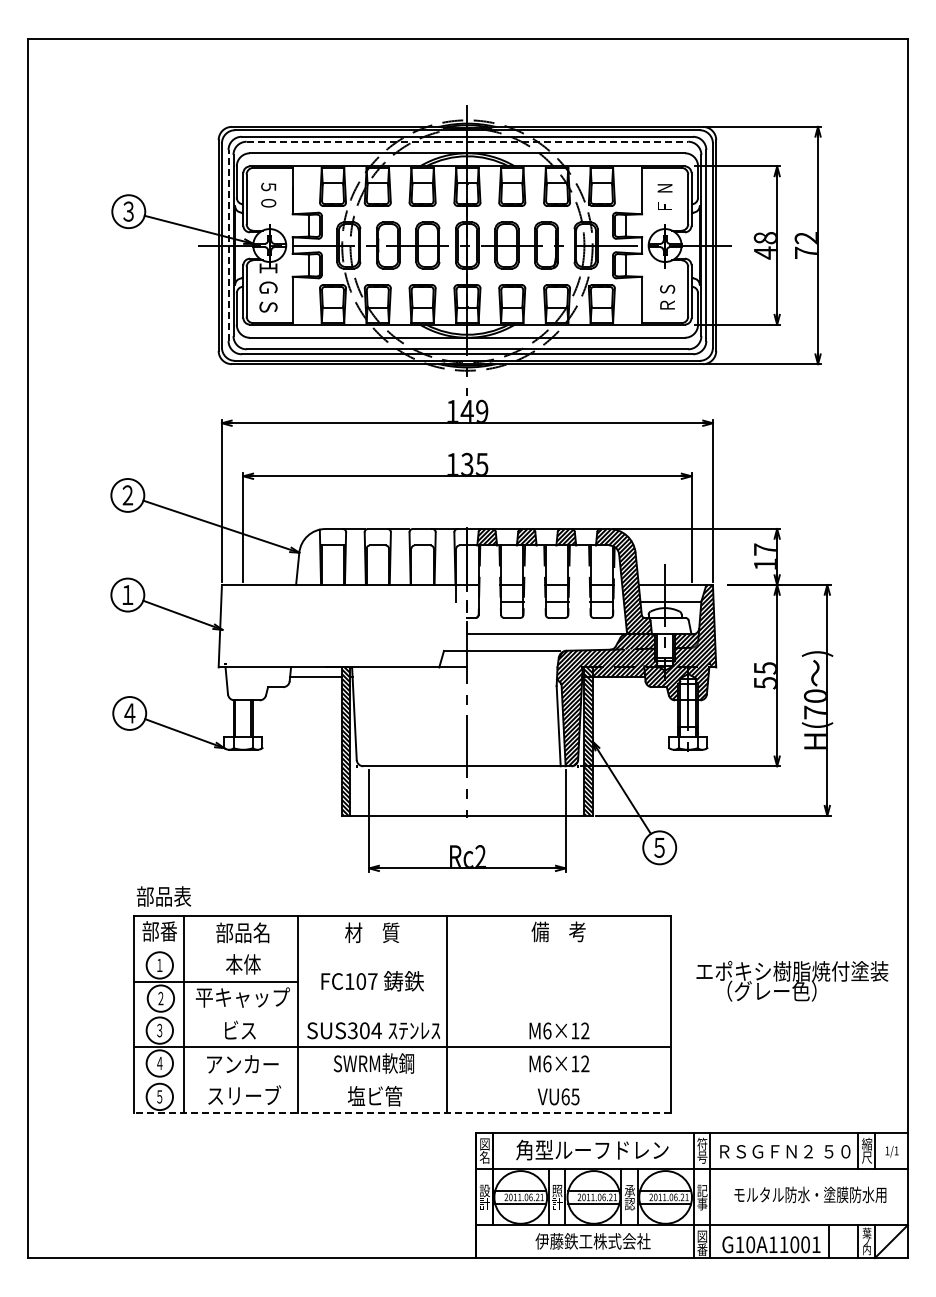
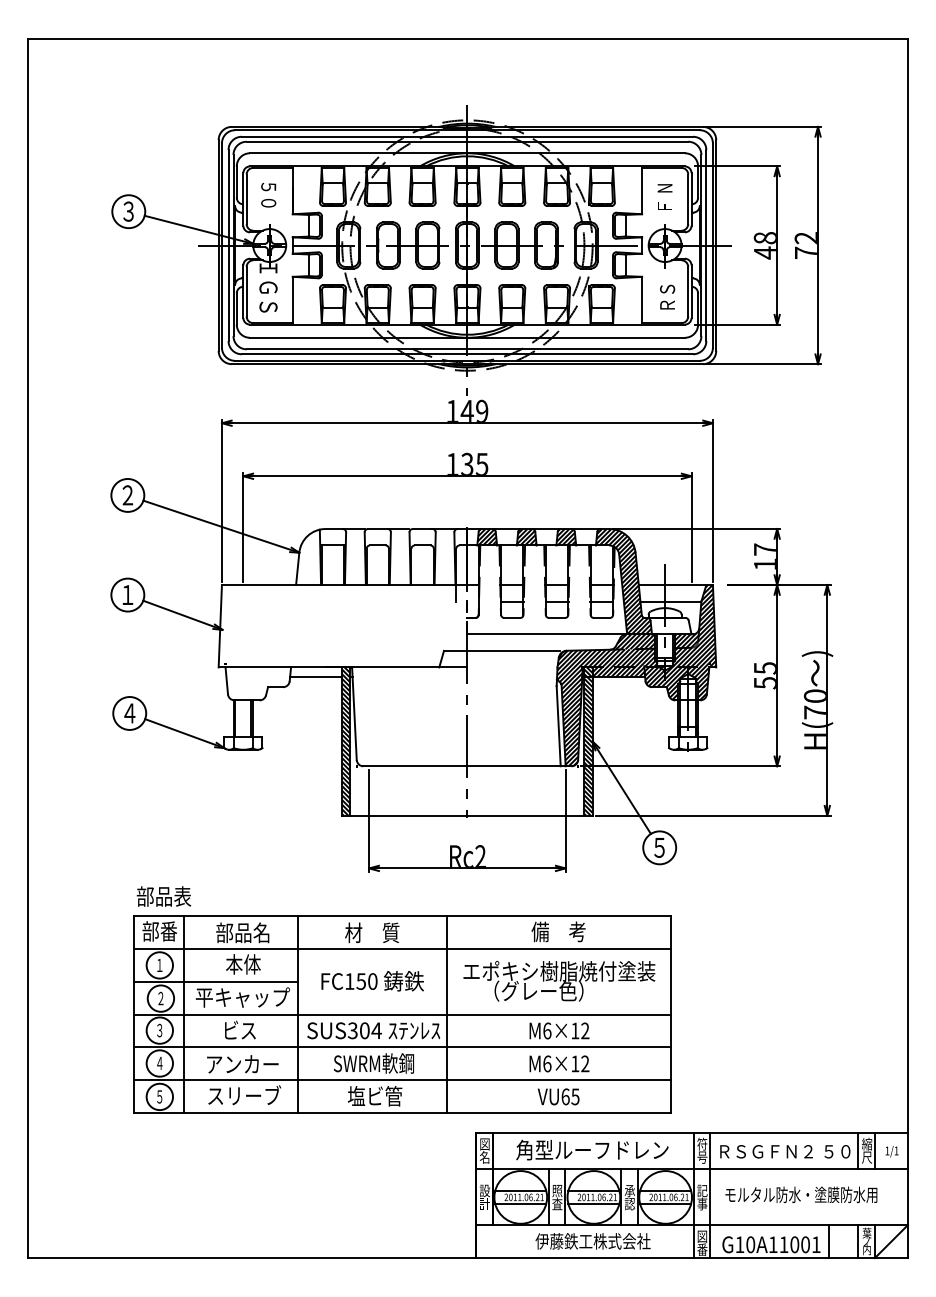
line at (467, 141): dashed -> solid
line at (228, 245): dashed -> solid
line at (402, 948): none -> present
text at (366, 981): FC107 -> FC150
text at (792, 981) position: (792, 981) -> (559, 981)
line at (402, 1014): none -> present
line at (402, 1080): none -> present
line at (402, 1113): dashed -> solid
text at (810, 1194) position: (810, 1194) -> (801, 1194)
text at (557, 1203): 計 -> 査
